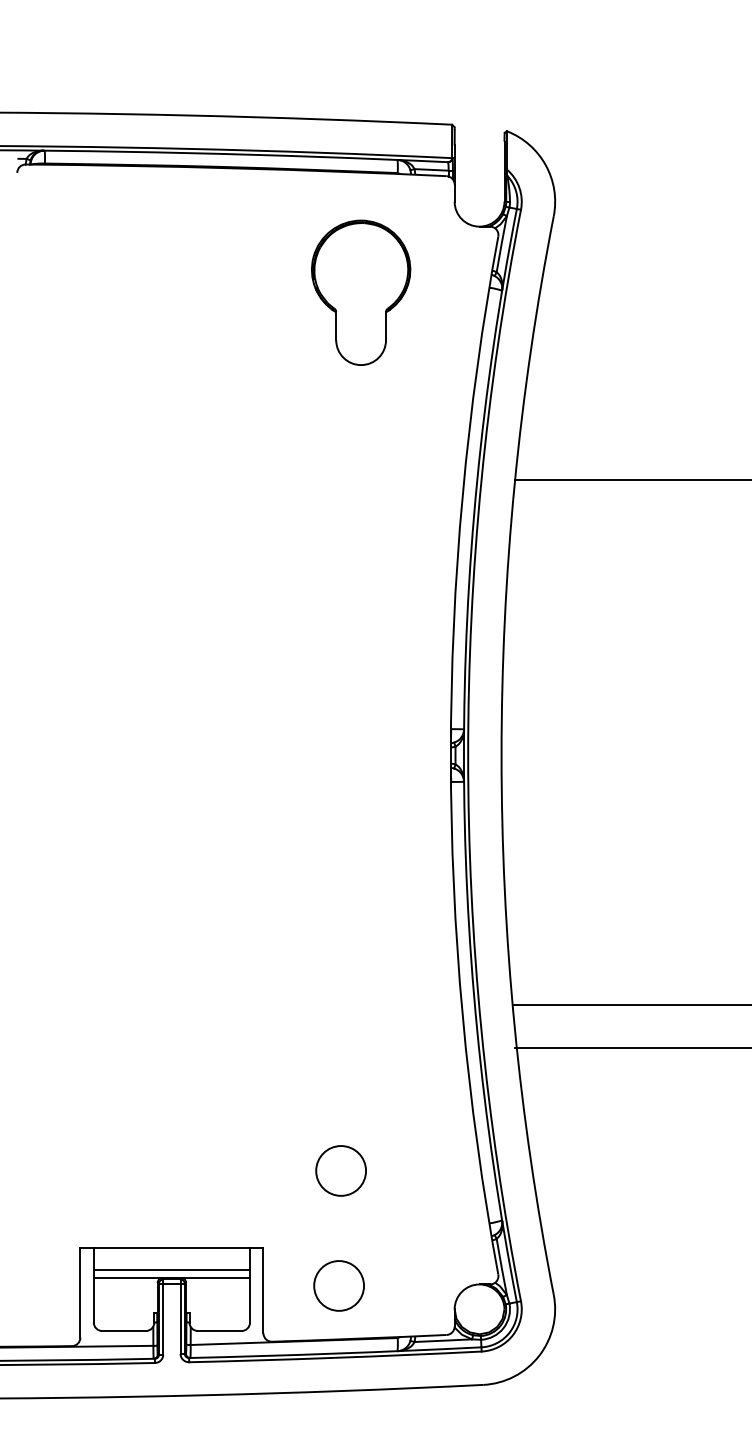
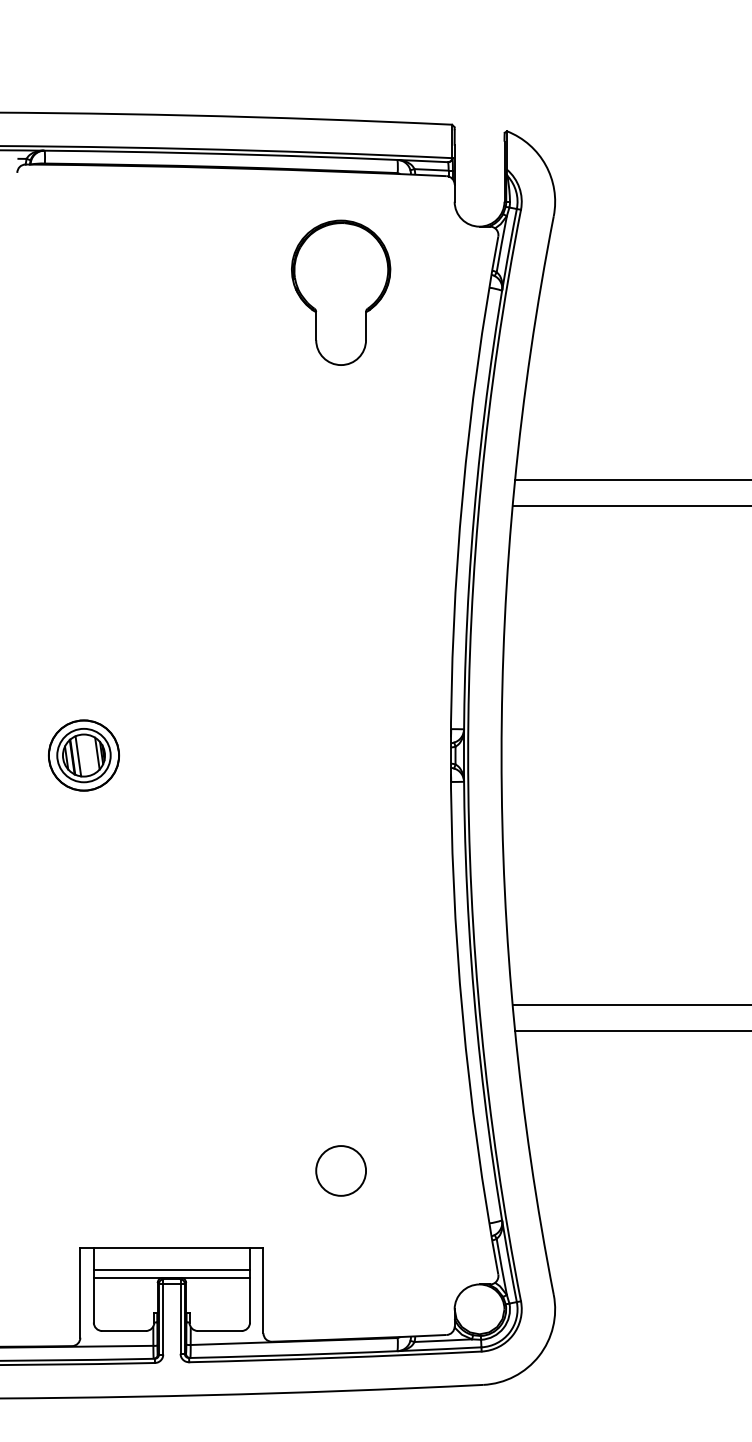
part at (361, 292) position: (361, 292) -> (341, 292)
line at (630, 506): none -> present
part at (83, 755): none -> present
line at (631, 1048) position: (631, 1048) -> (631, 1031)
circle at (338, 1285): present -> none
